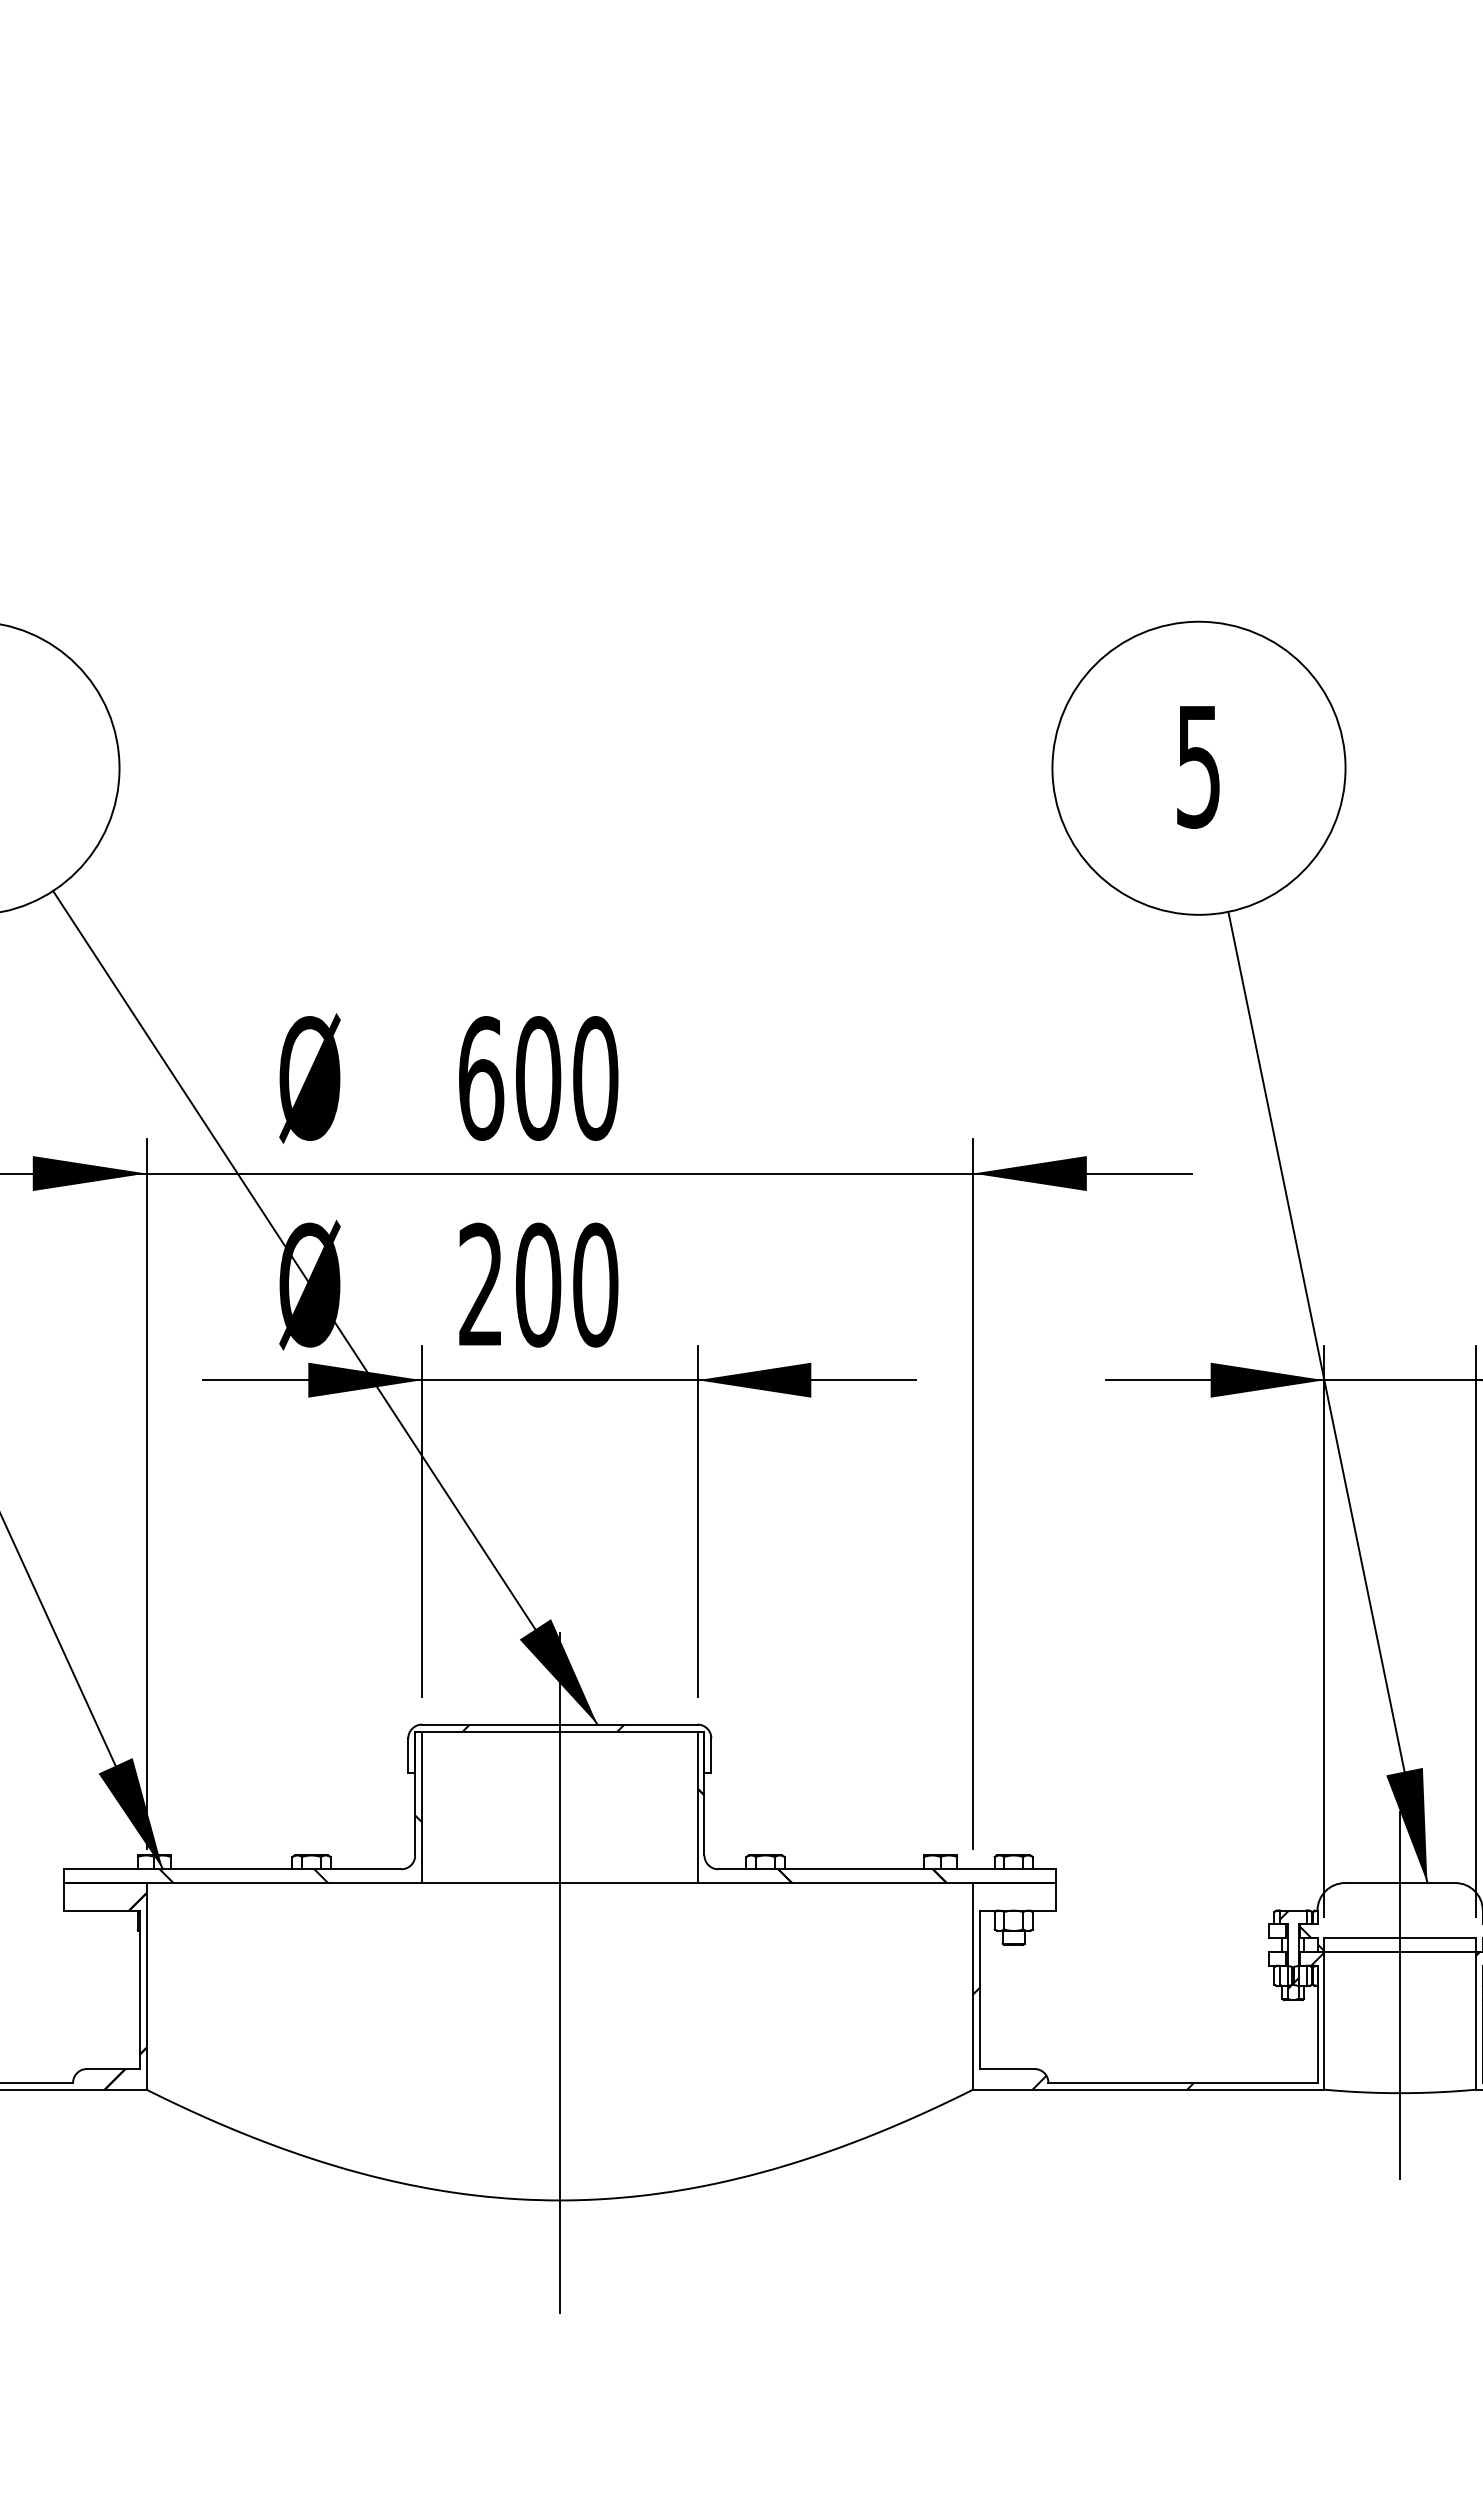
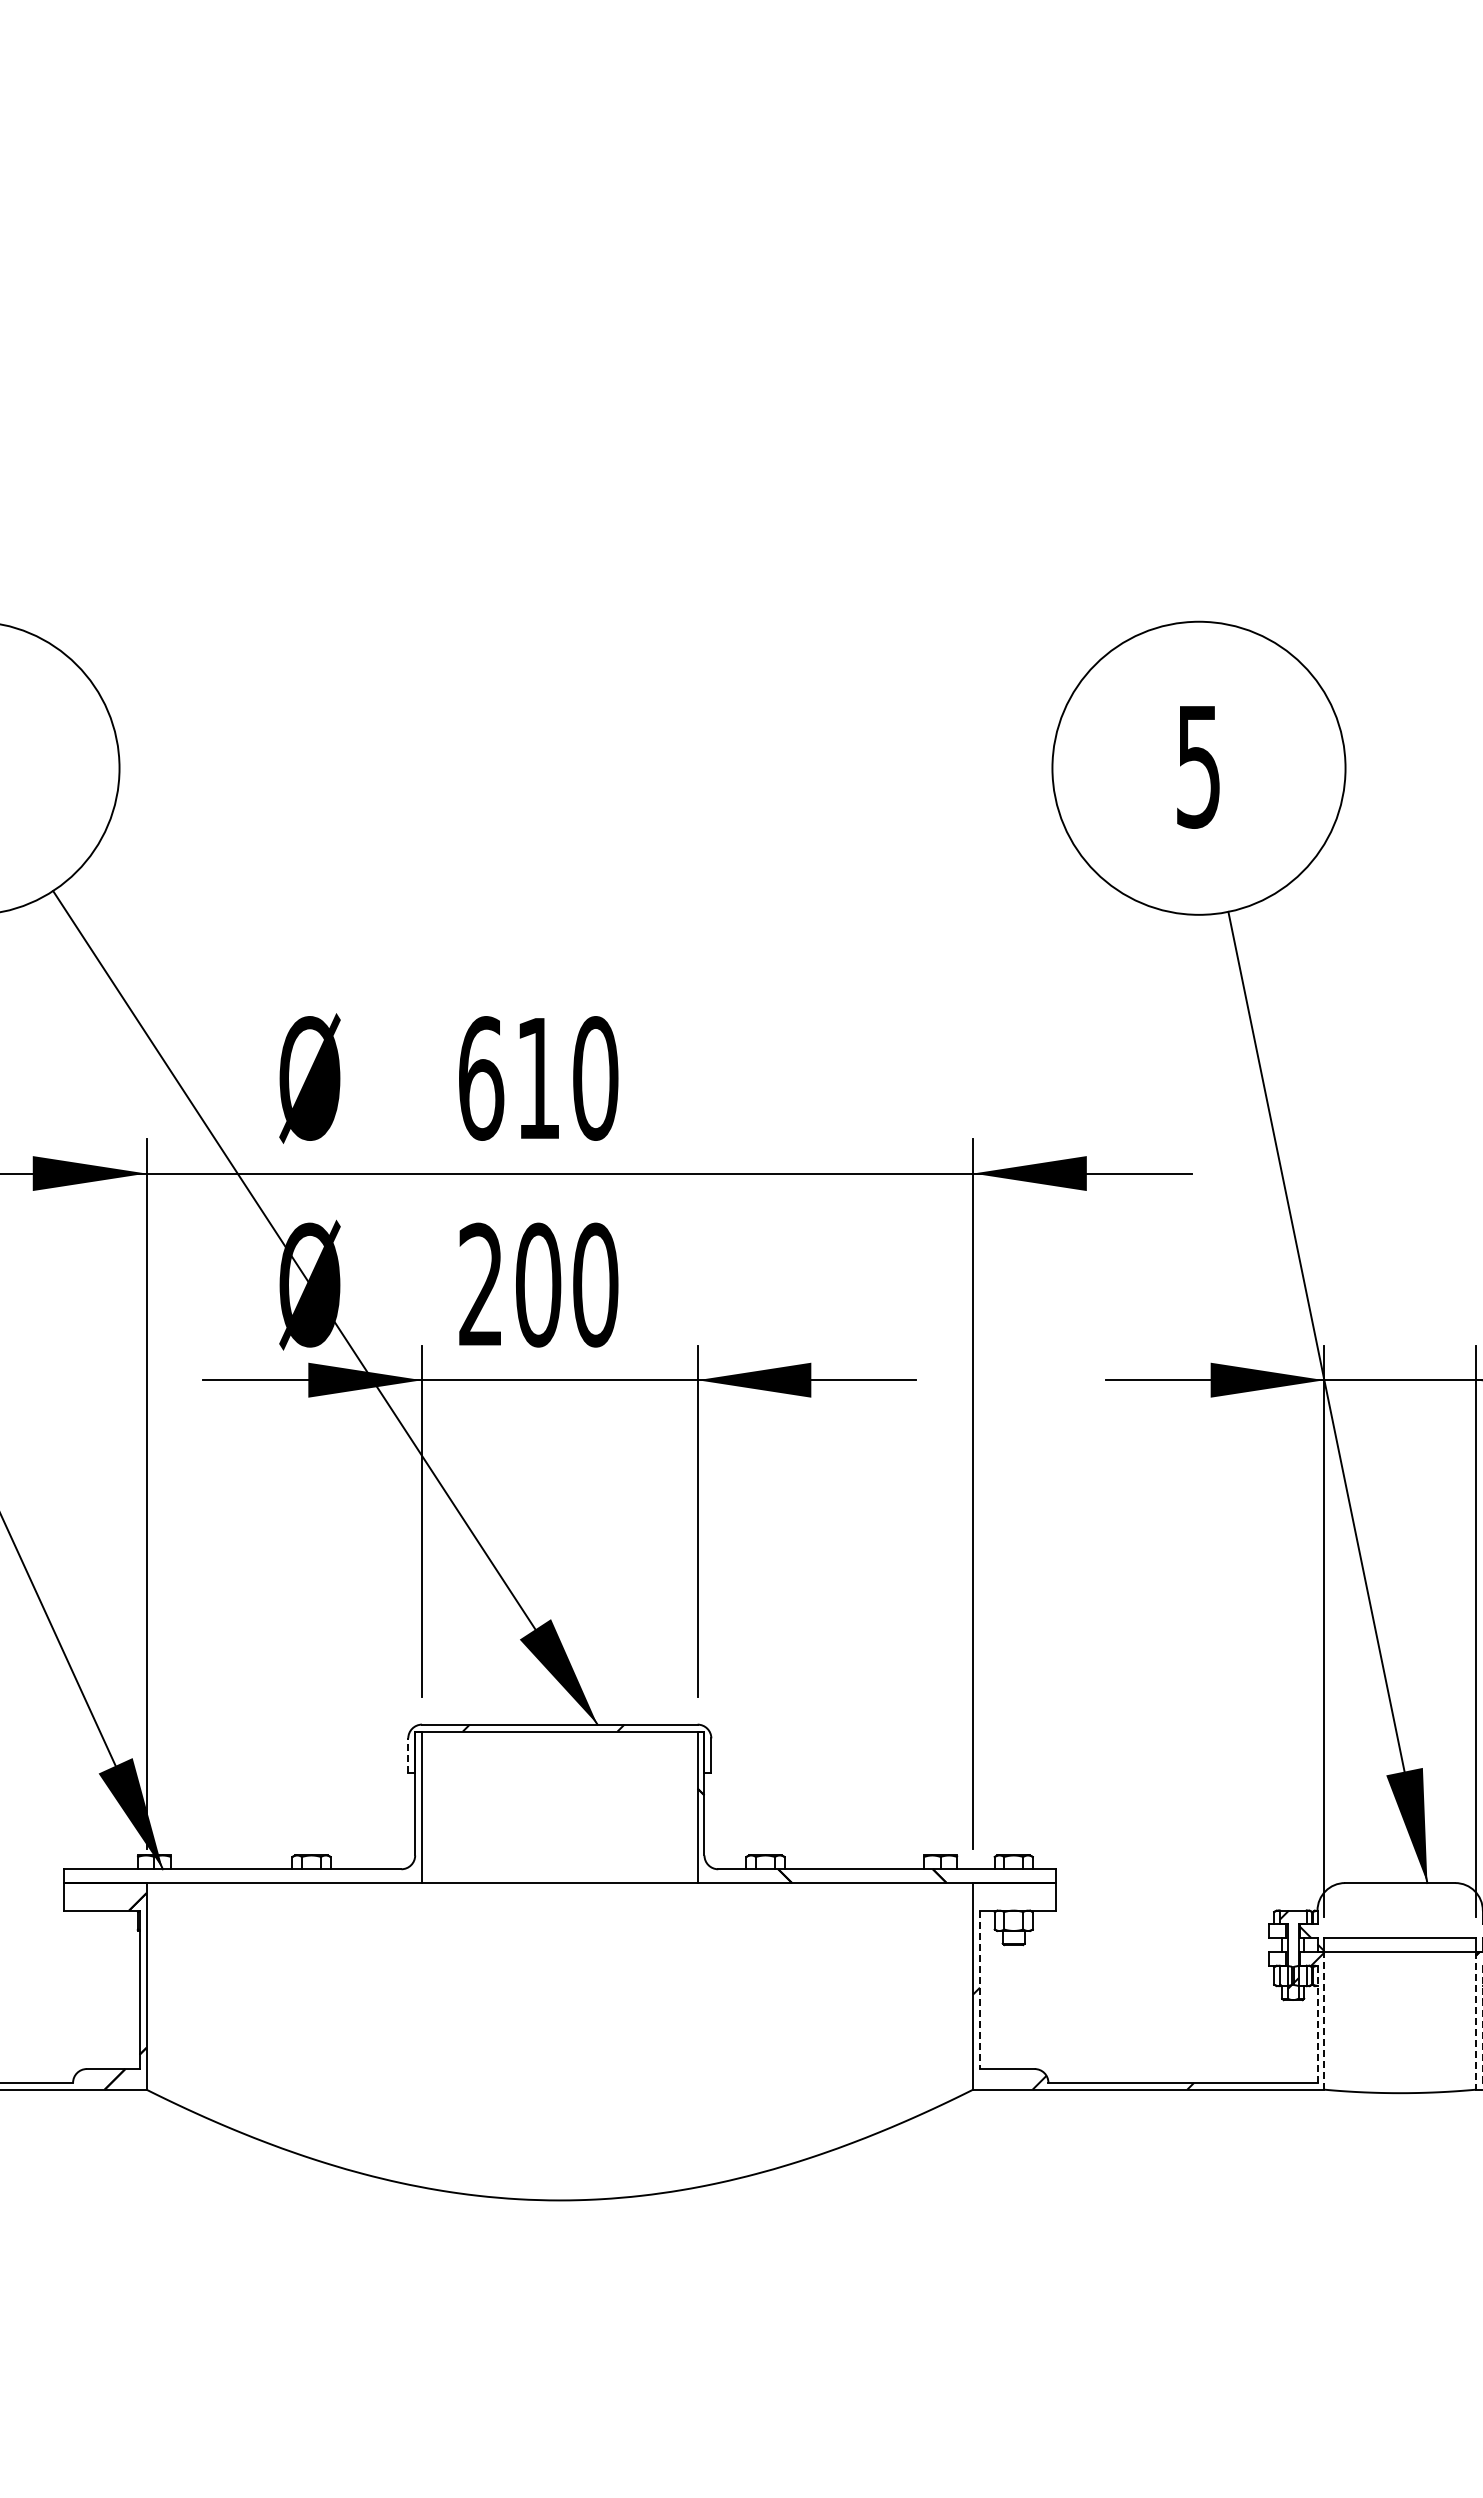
text at (538, 1078): 600 -> 610
line at (408, 1755): solid -> dashed
hatch at (290, 1849): present -> none
line at (559, 1972): present -> none
line at (980, 1990): solid -> dashed
line at (1400, 1995): present -> none
line at (1324, 2020): solid -> dashed
line at (1475, 2020): solid -> dashed
line at (1317, 2024): solid -> dashed
line at (1482, 2024): solid -> dashed
